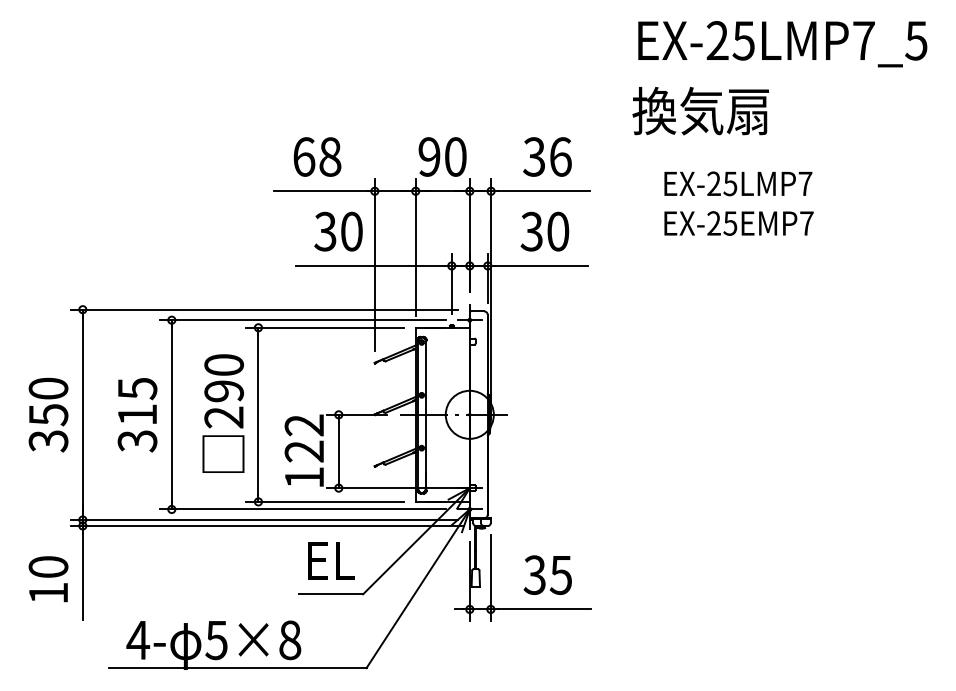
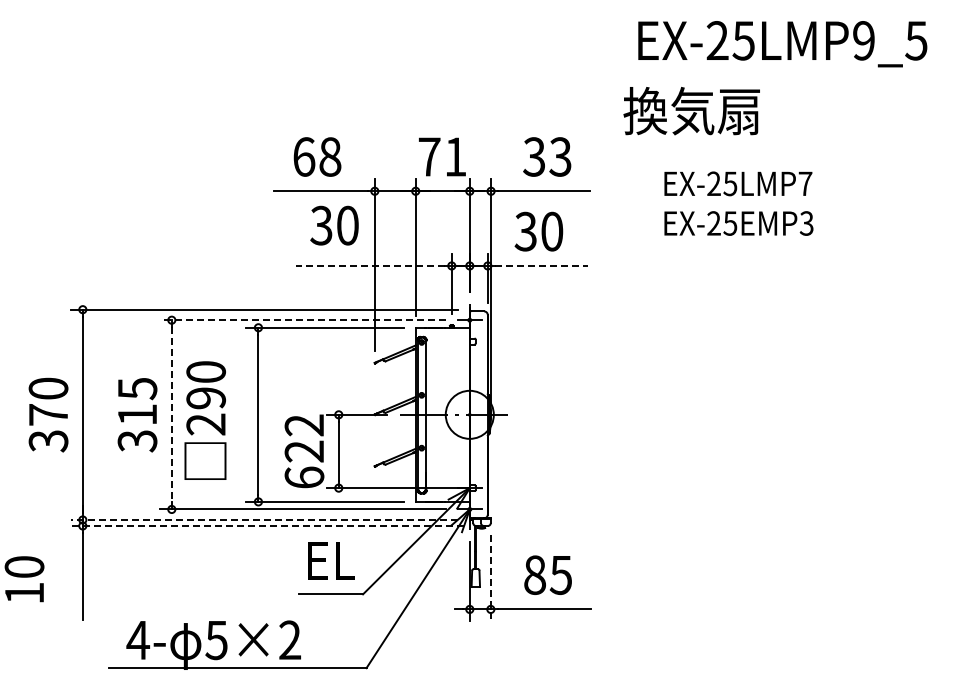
text at (863, 40): EX-25LMP7_5 -> EX-25LMP9_5
text at (700, 111) position: (700, 111) -> (691, 111)
text at (442, 156): 90 -> 71
text at (560, 156): 36 -> 33
text at (806, 223): EX-25EMP7 -> EX-25EMP3
text at (338, 231) position: (338, 231) -> (334, 225)
text at (544, 231) position: (544, 231) -> (538, 231)
line at (369, 265): solid -> dashed
line at (541, 265): solid -> dashed
line at (302, 320): solid -> dashed
text at (223, 413) position: (223, 413) -> (205, 420)
text at (48, 415): 350 -> 370
line at (171, 415): solid -> dashed
text at (304, 477): 122 -> 622
line at (263, 519): solid -> dashed
line at (267, 525): solid -> dashed
text at (534, 574): 35 -> 85
line at (490, 578): solid -> dashed
text at (48, 579) position: (48, 579) -> (24, 579)
text at (290, 640): 5×8 -> 5×2
